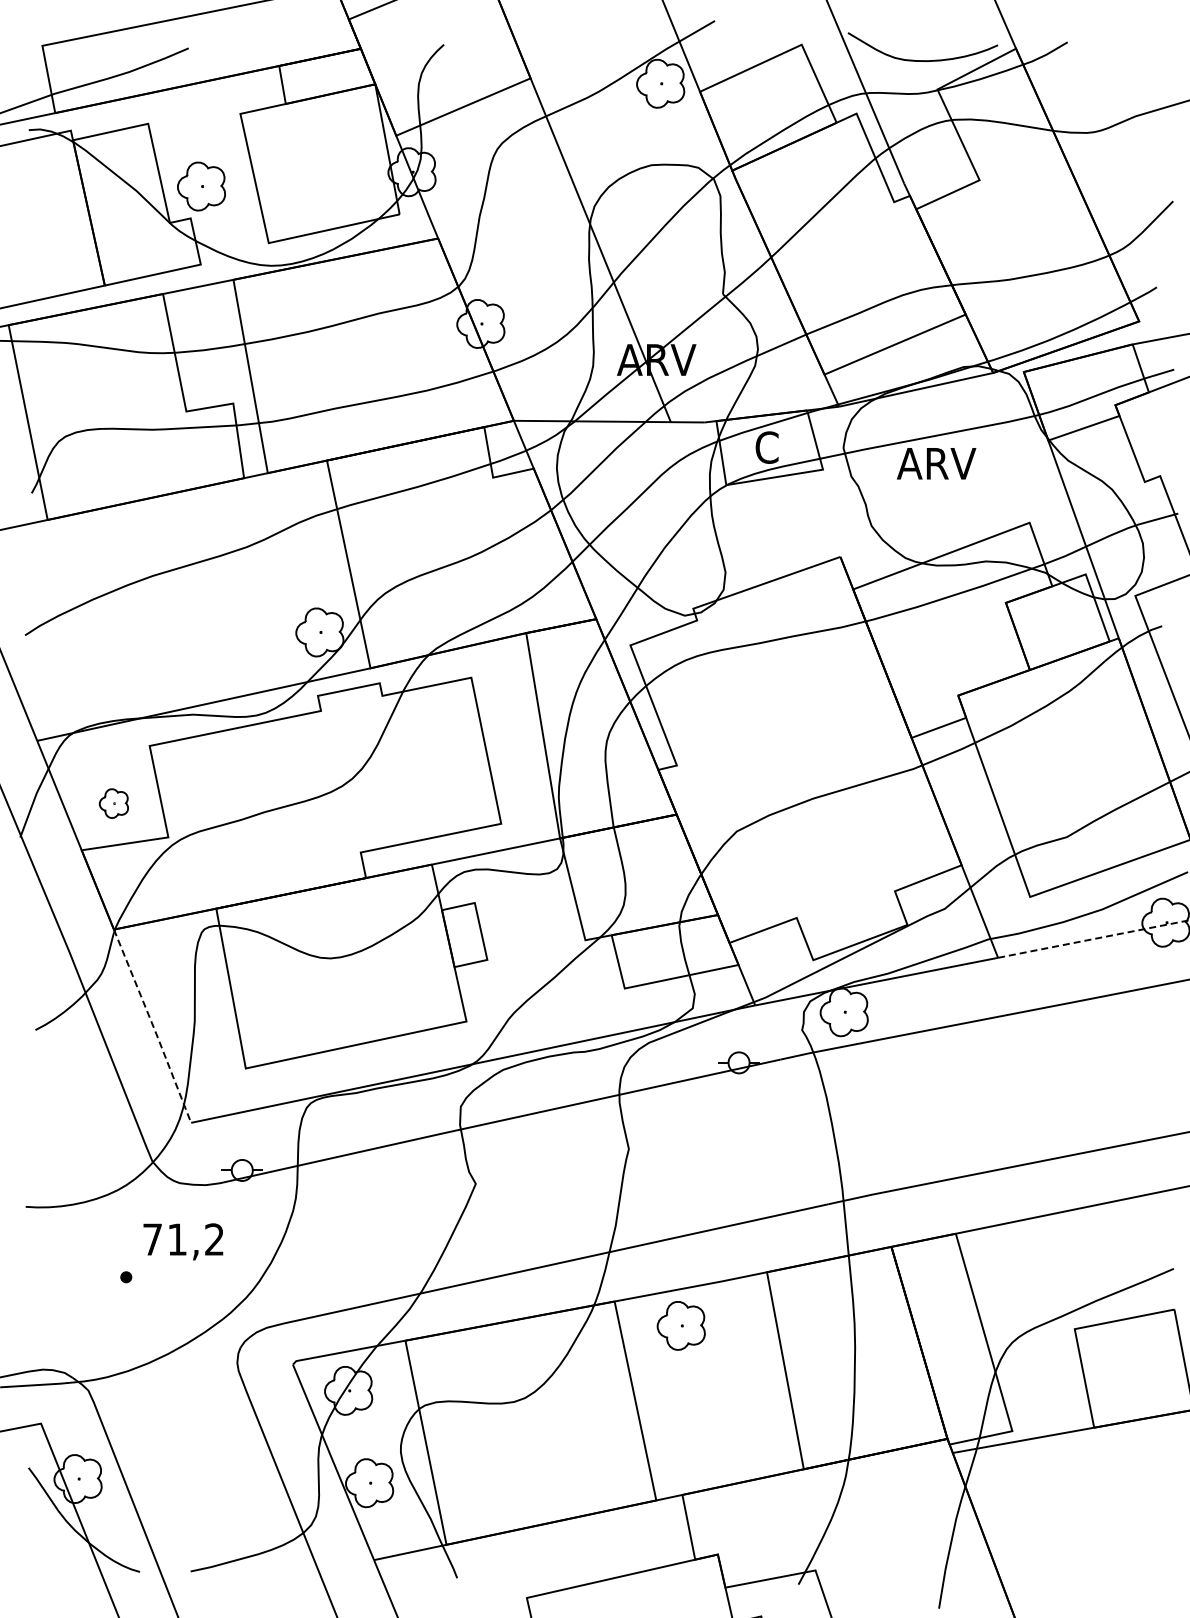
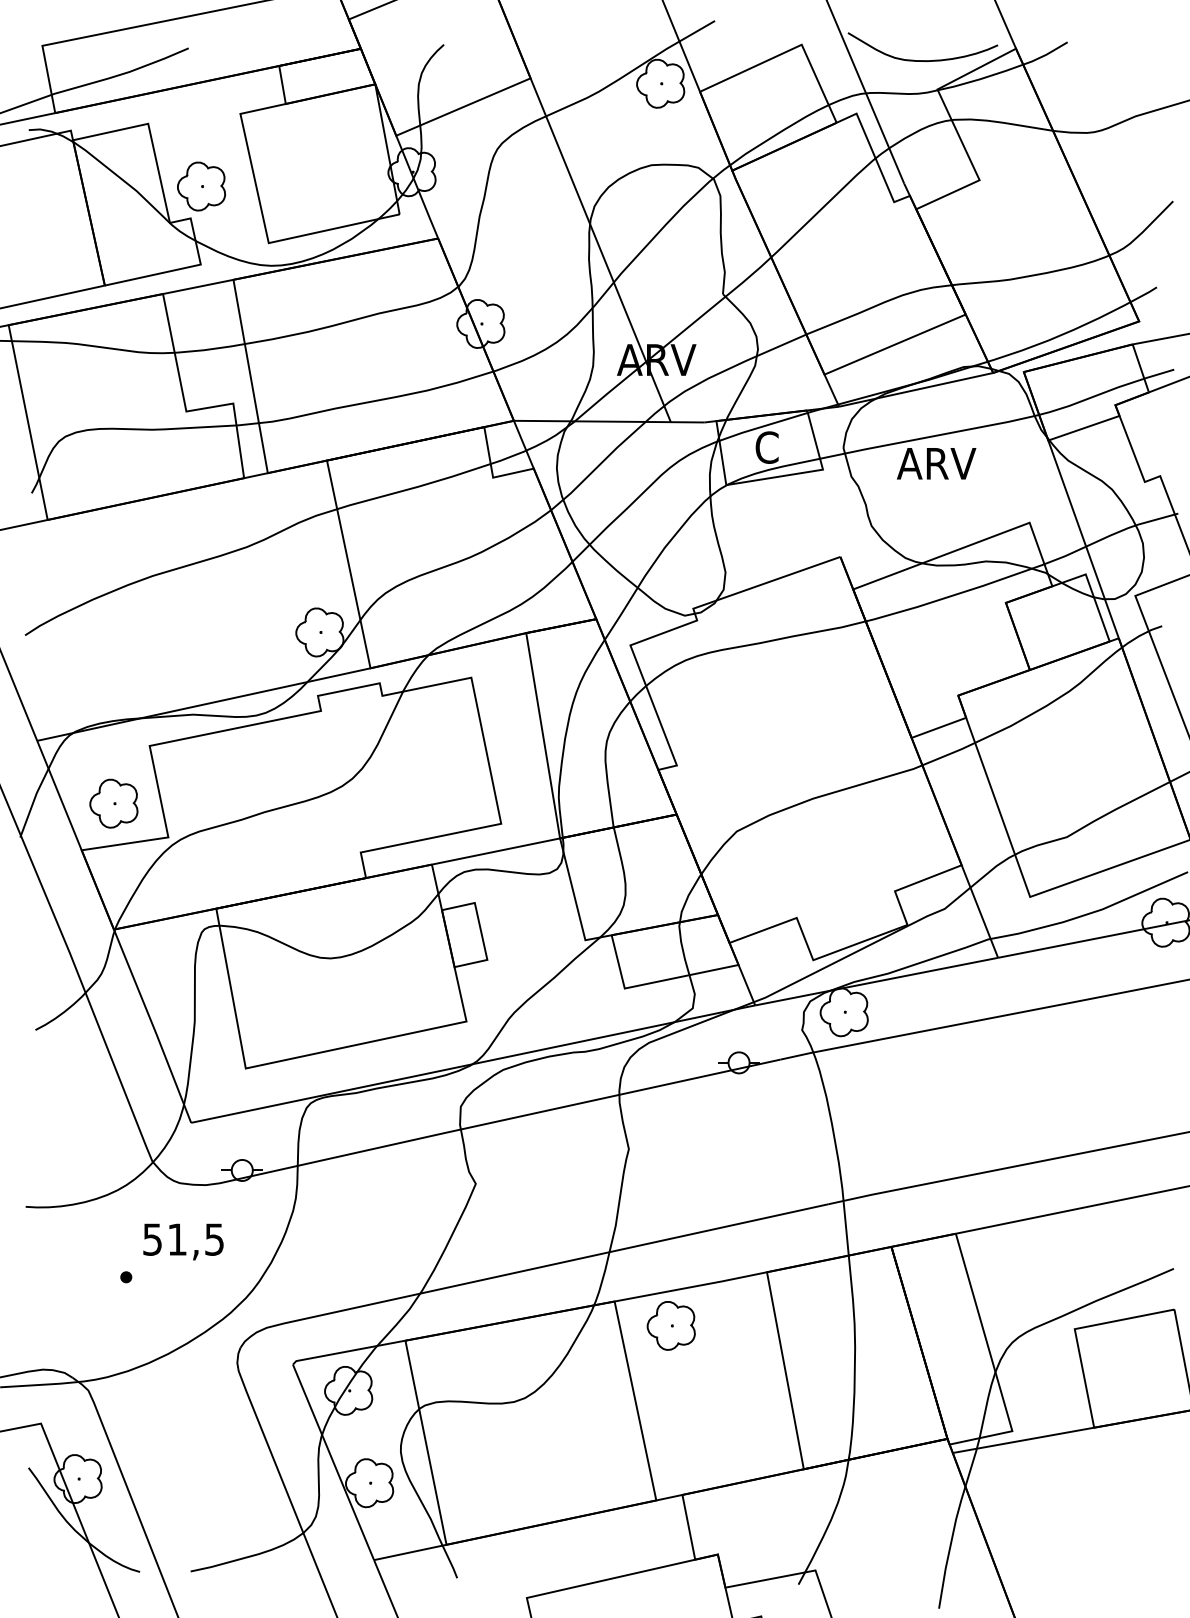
part at (113, 803) size: 31x31 px -> 50x51 px
line at (1094, 939): dashed -> solid
line at (153, 1026): dashed -> solid
text at (183, 1239): 71,2 -> 51,5
part at (680, 1325) position: (680, 1325) -> (670, 1325)
